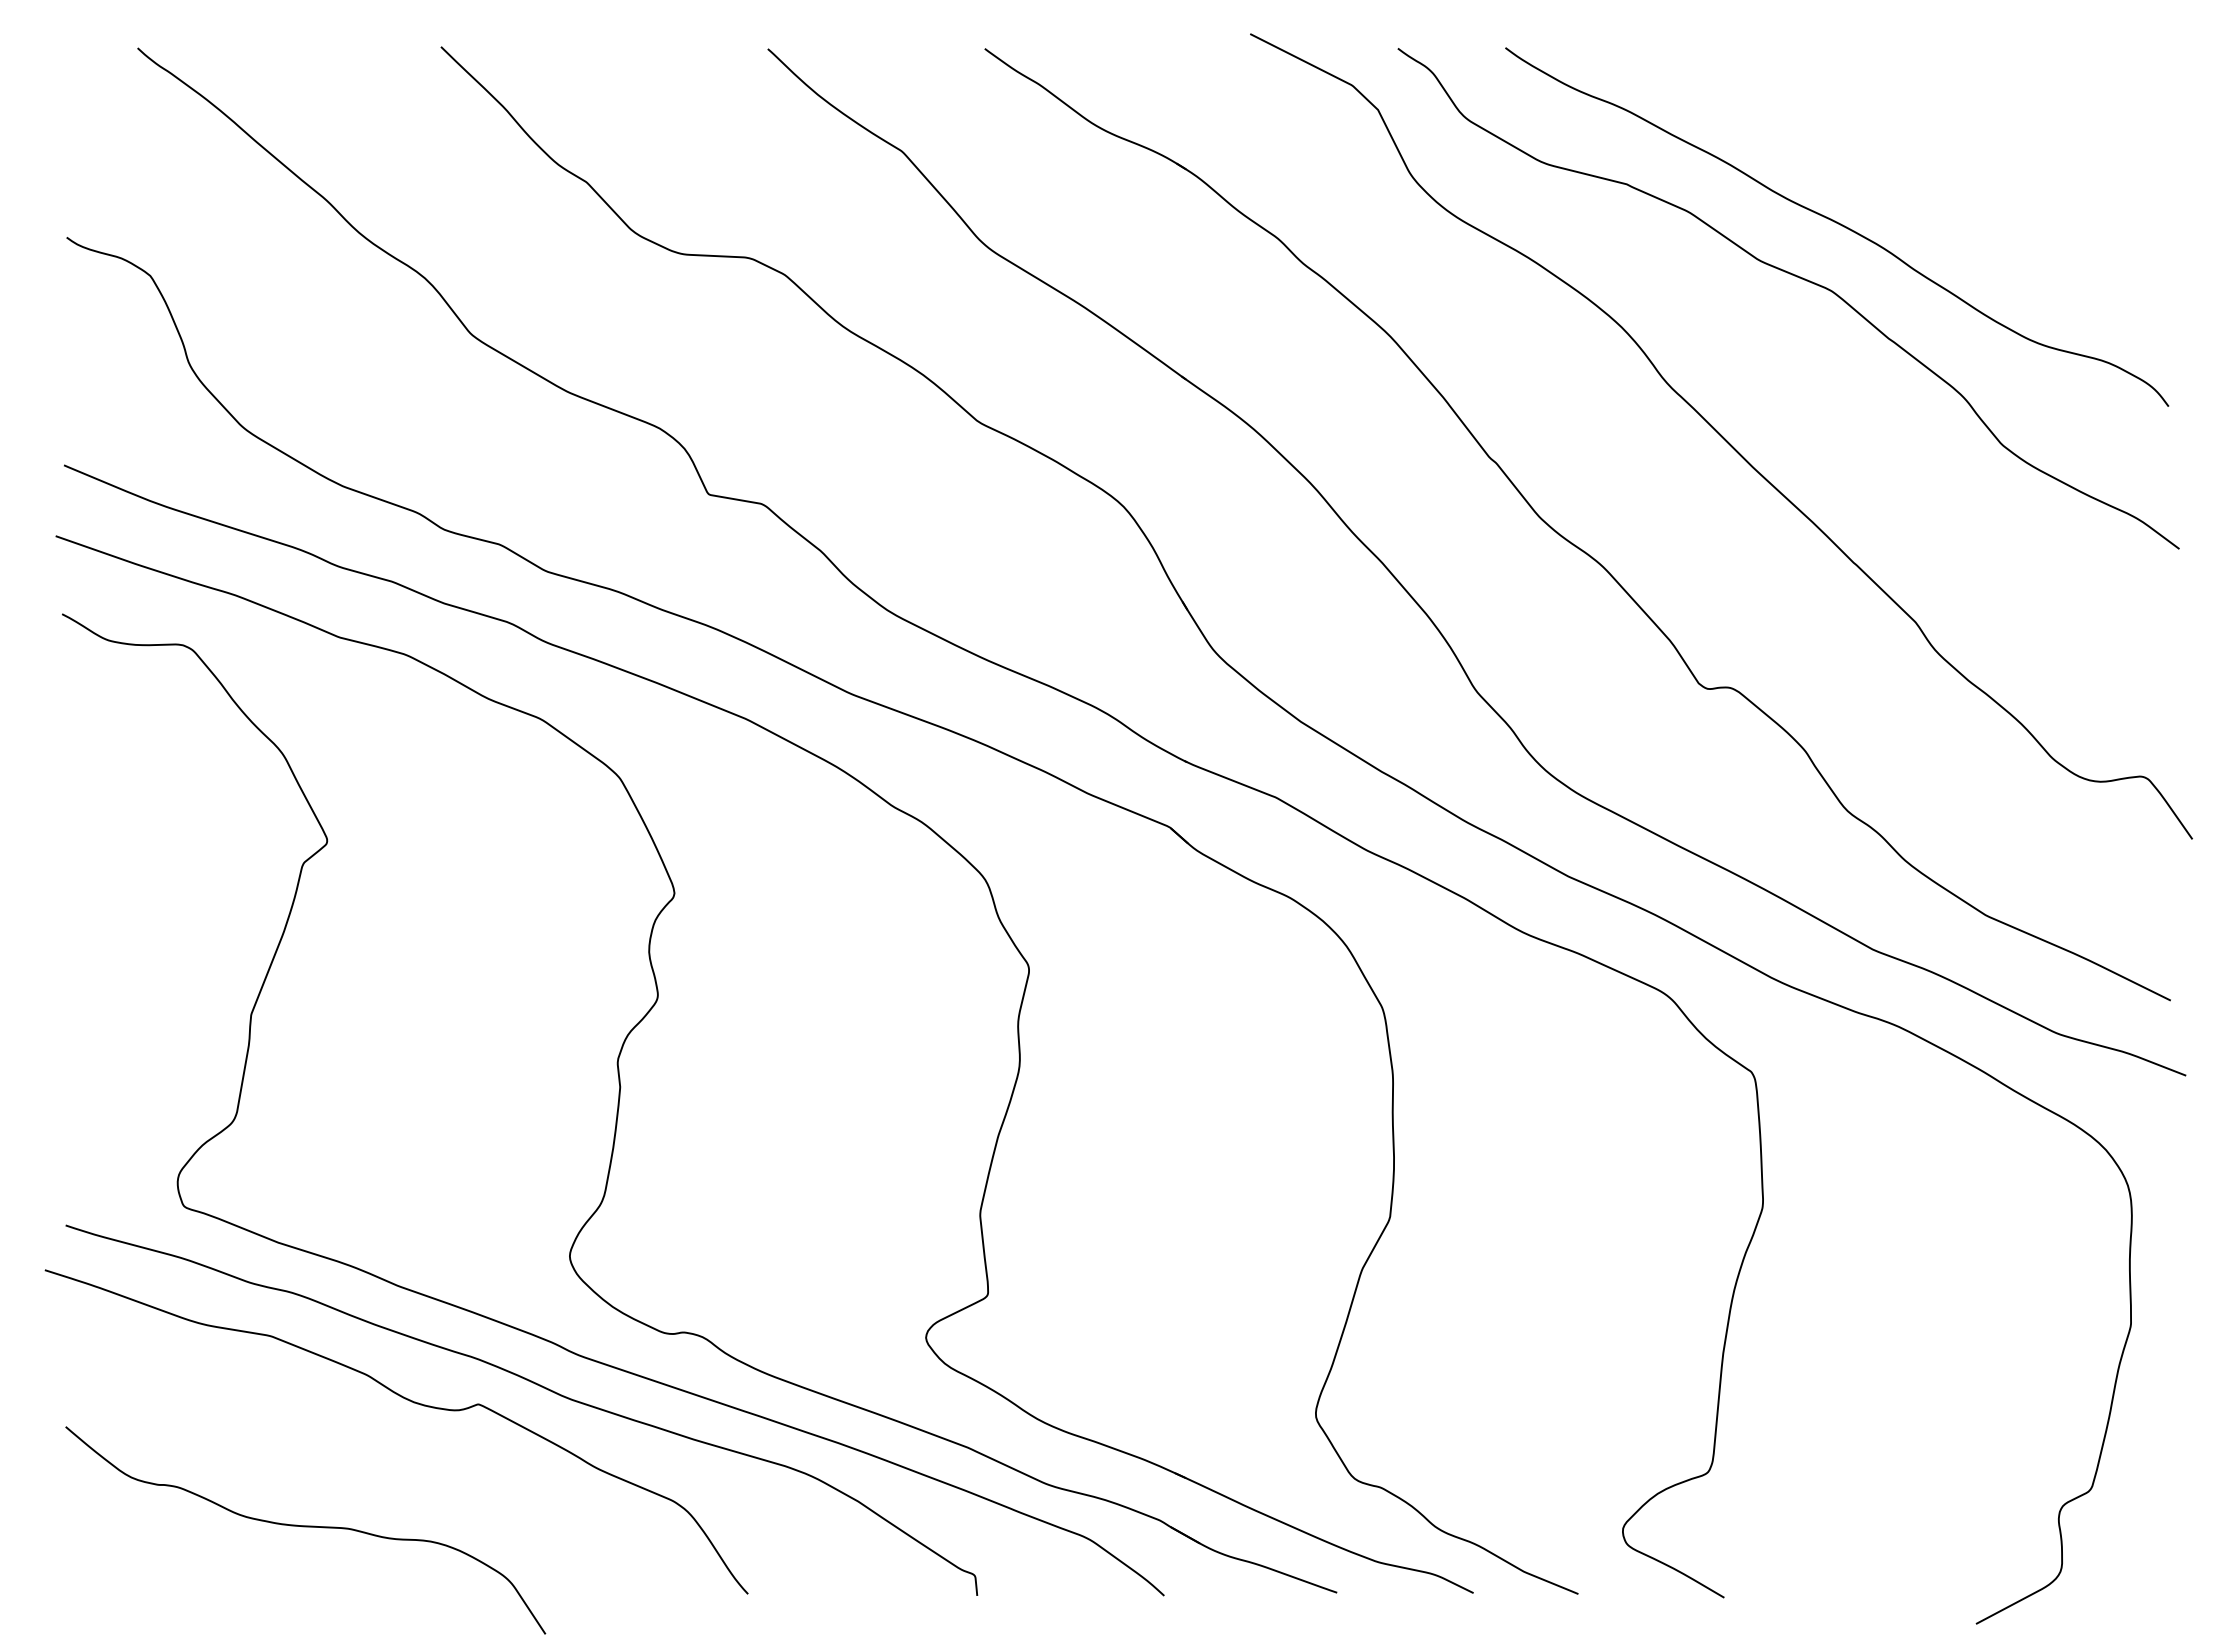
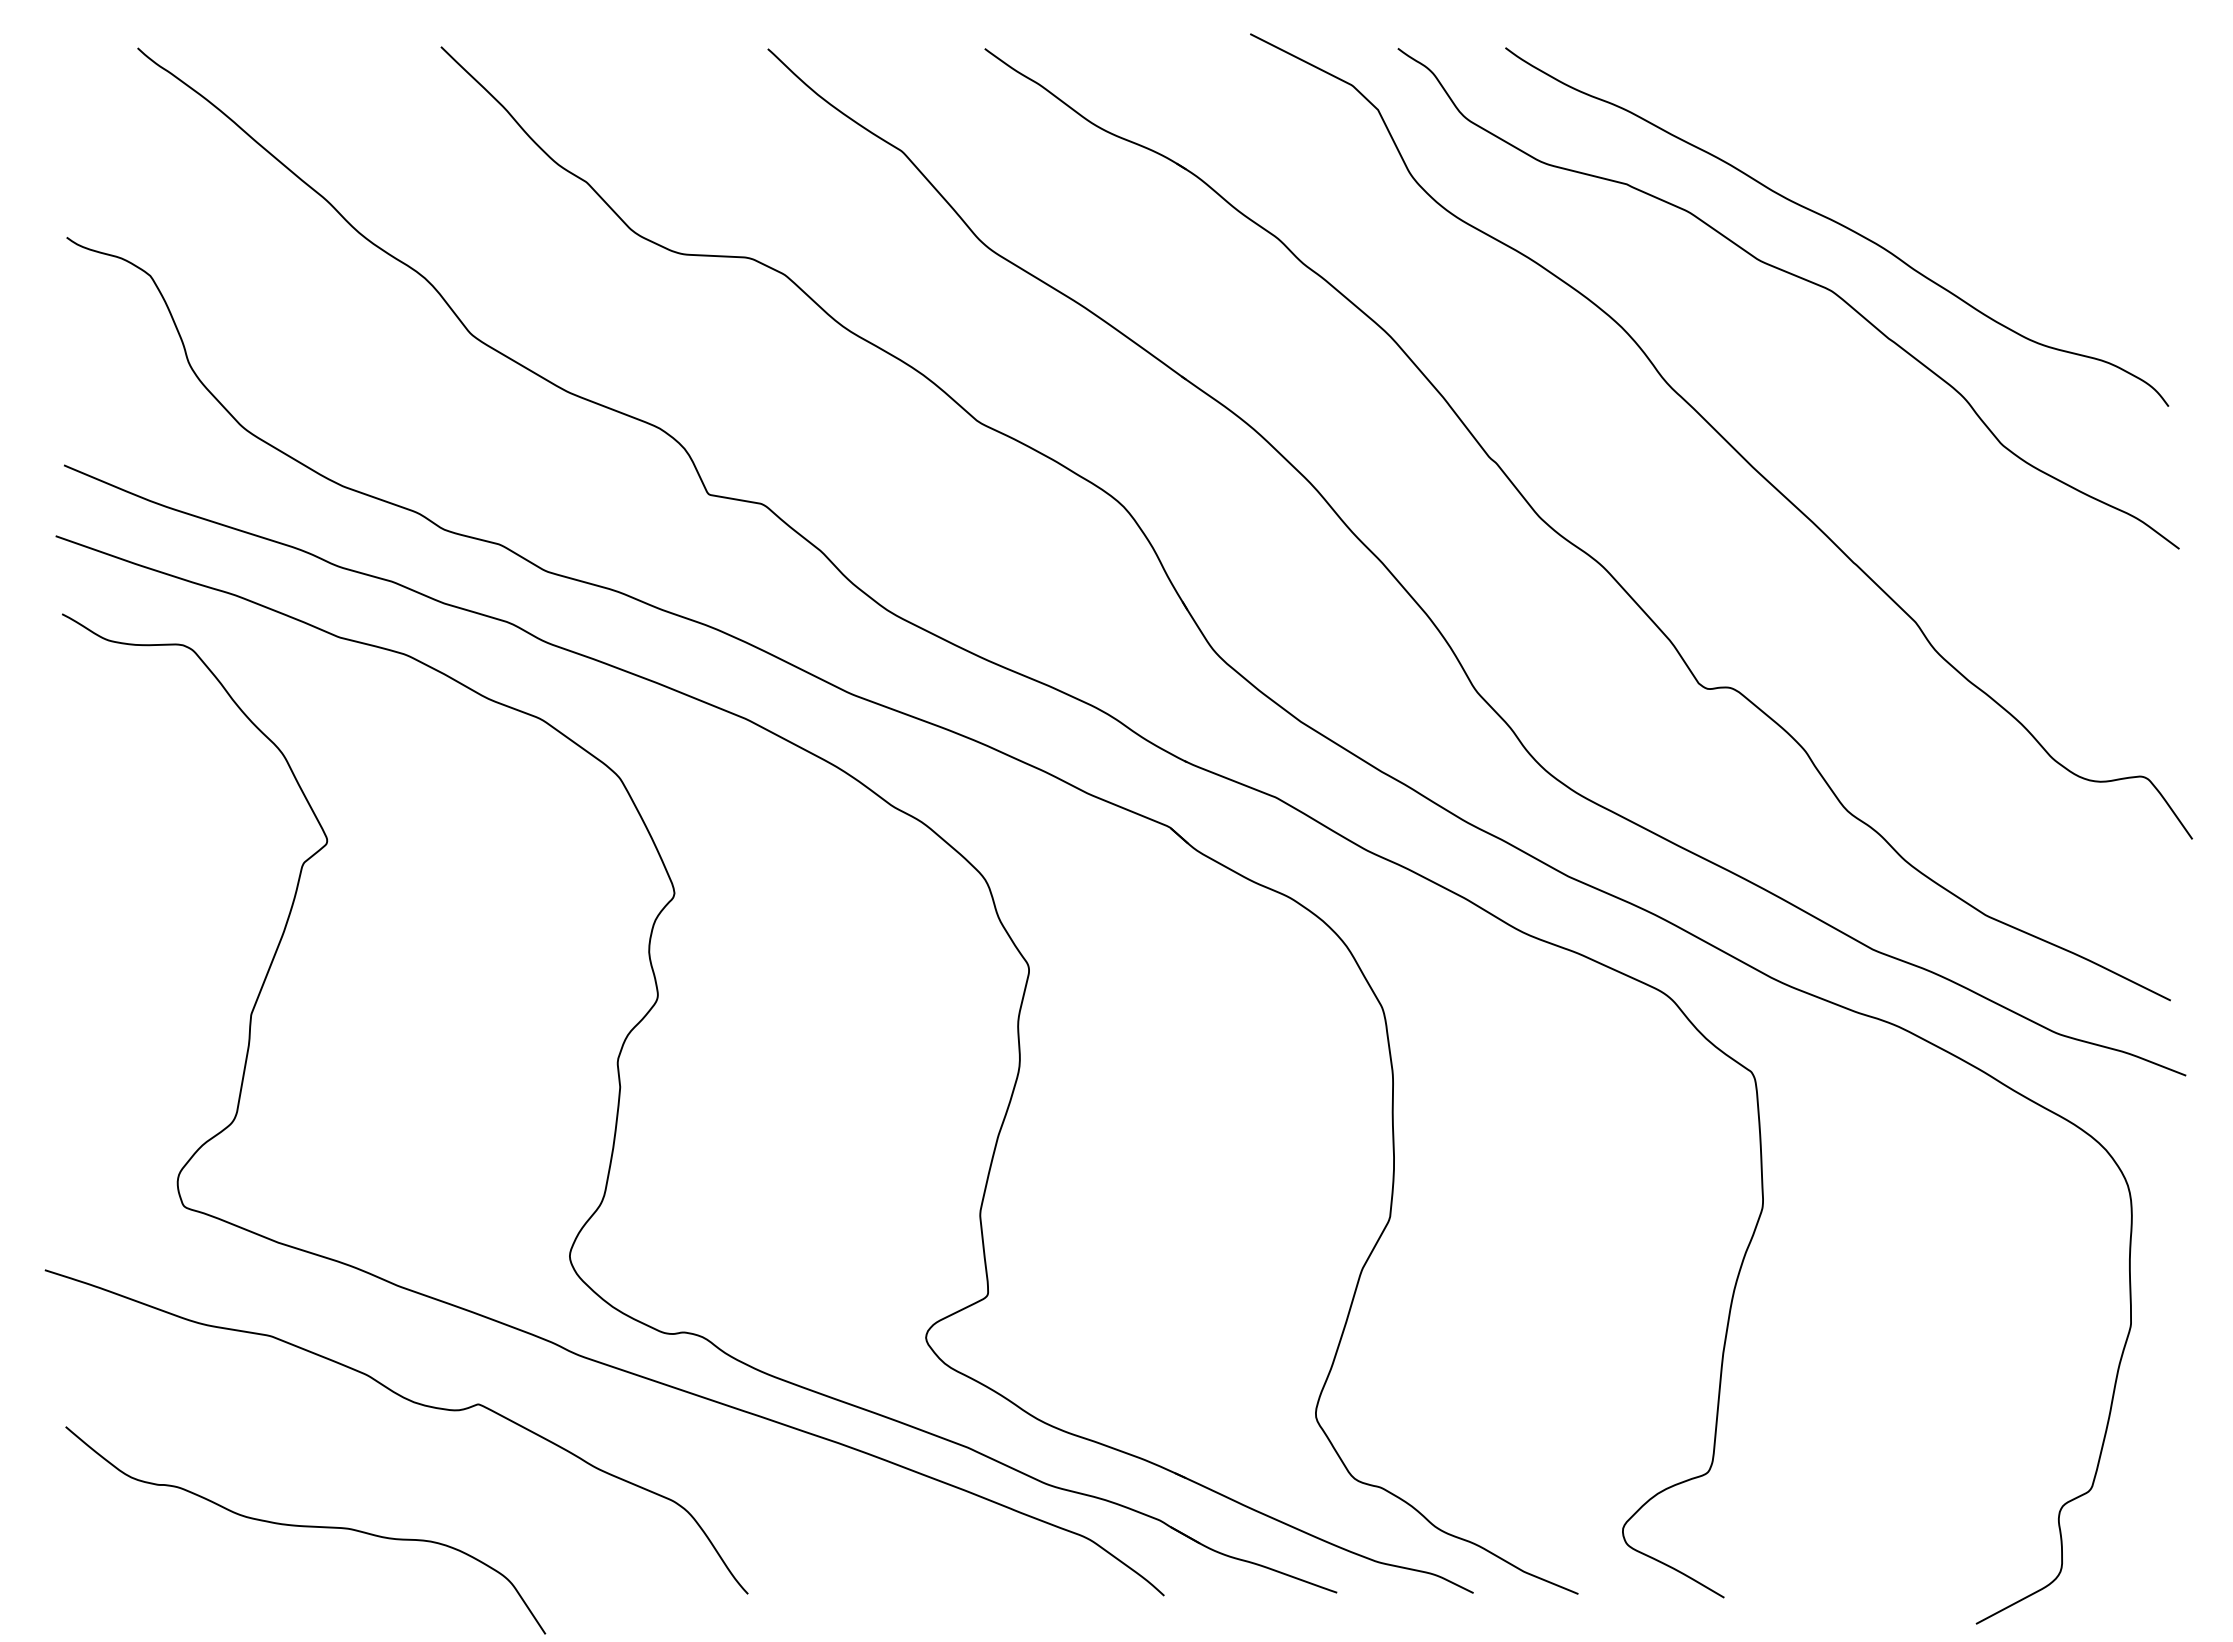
curve at (532, 1383): present -> none
